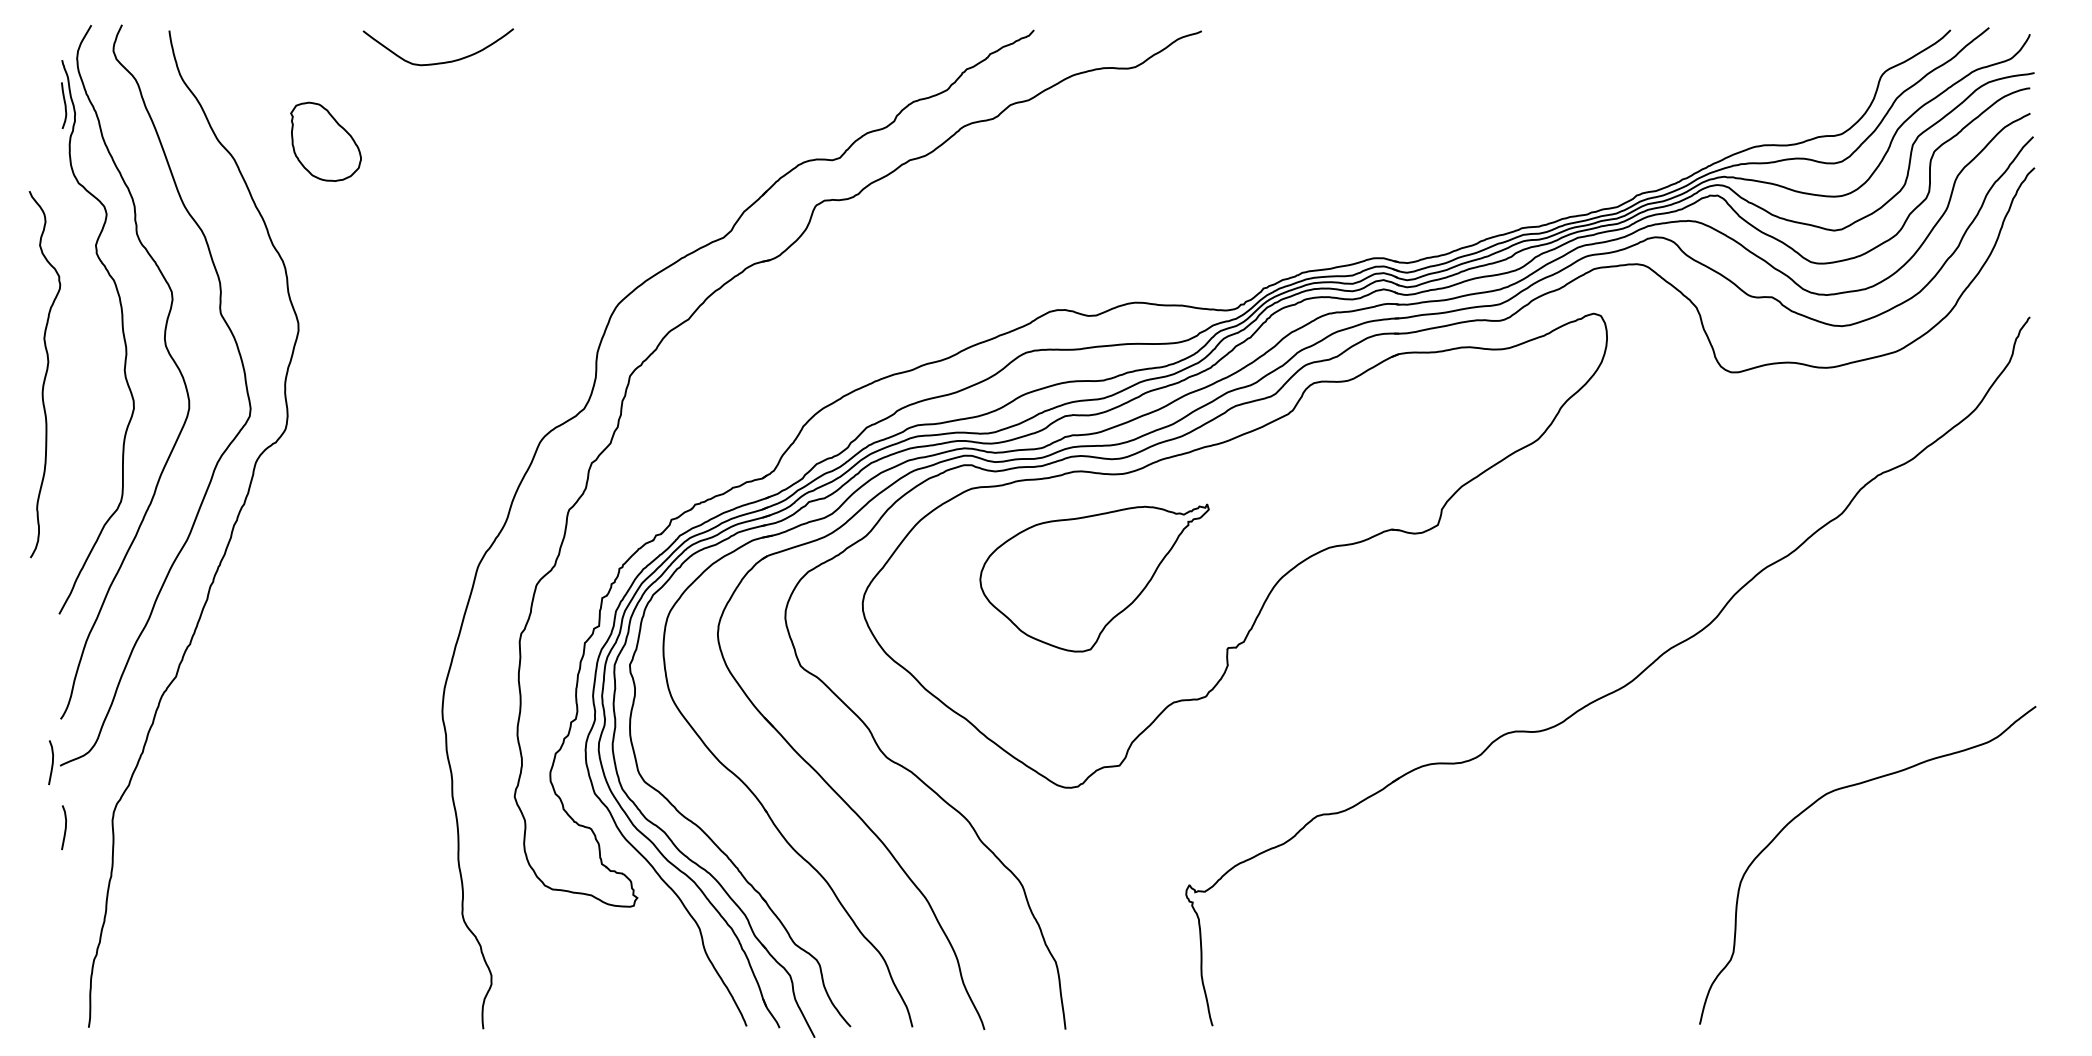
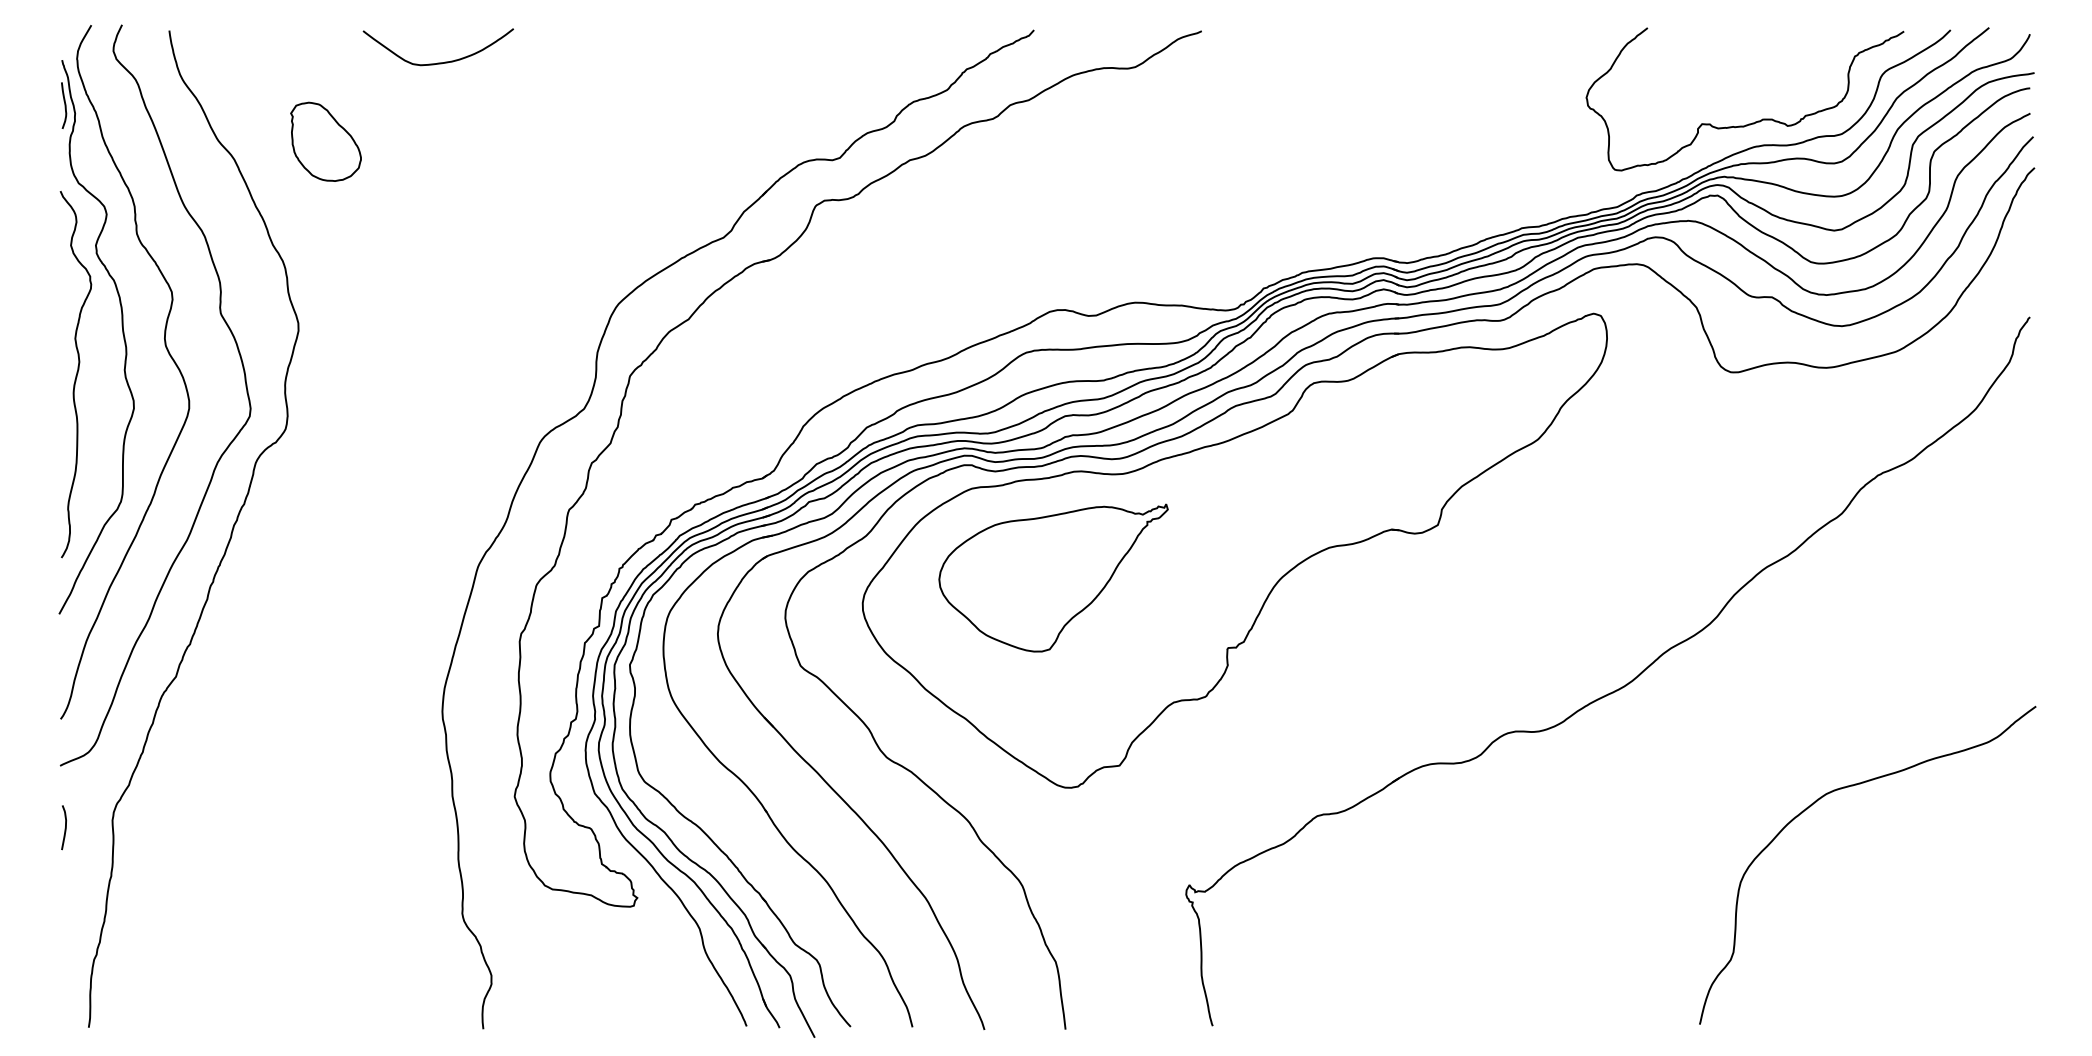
curve at (1748, 123): none -> present
curve at (45, 374) position: (45, 374) -> (76, 374)
part at (1094, 577) position: (1094, 577) -> (1053, 577)
curve at (51, 763): present -> none
